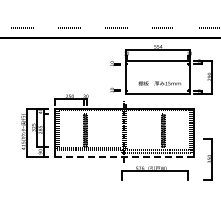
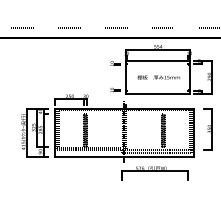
text at (159, 83) position: (159, 83) -> (158, 77)
line at (124, 157): dashed -> solid
part at (207, 159) position: (207, 159) -> (207, 129)
